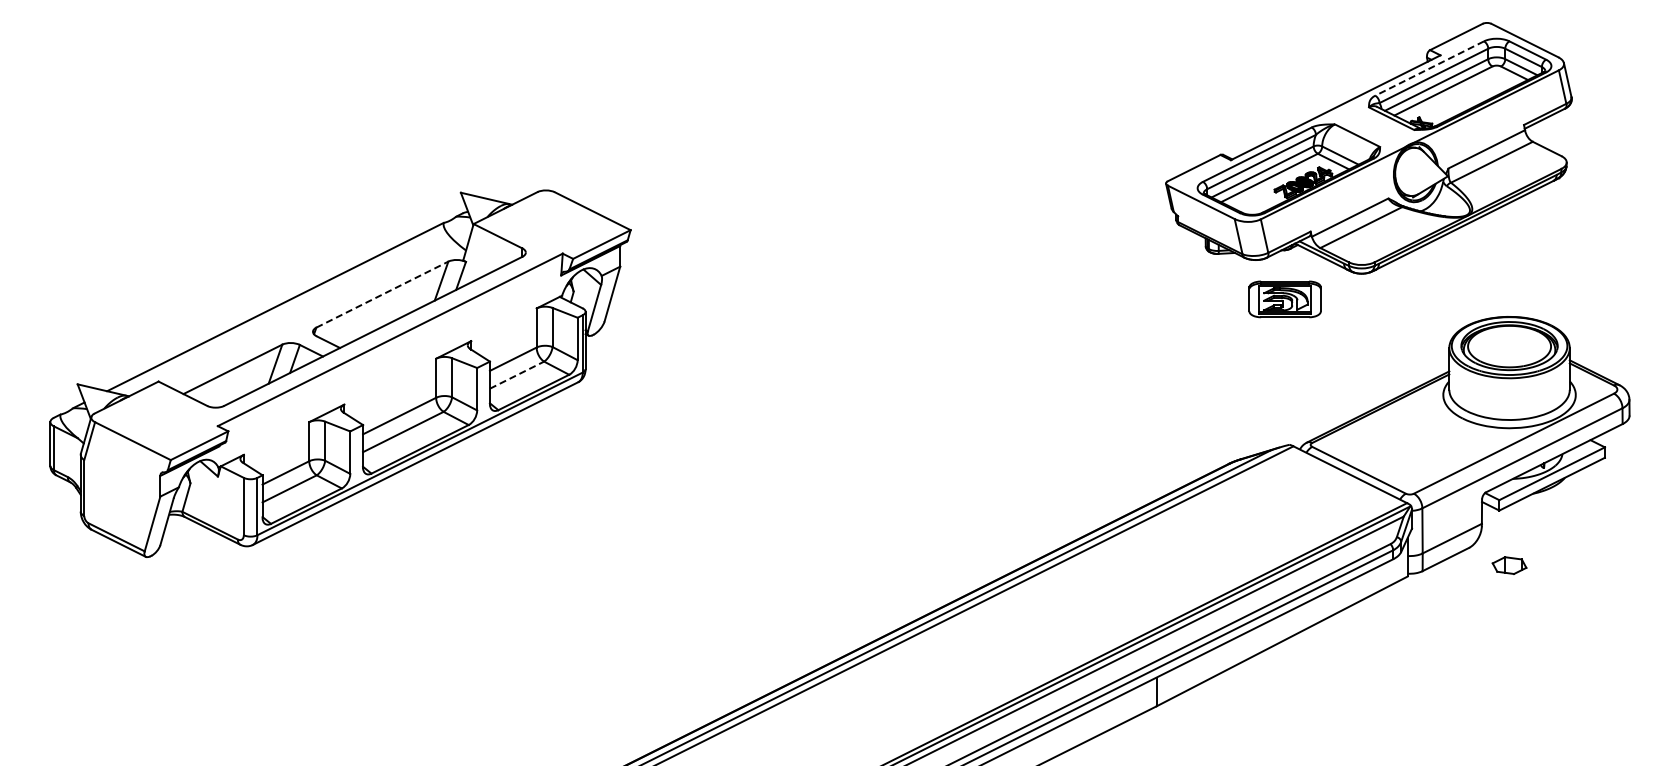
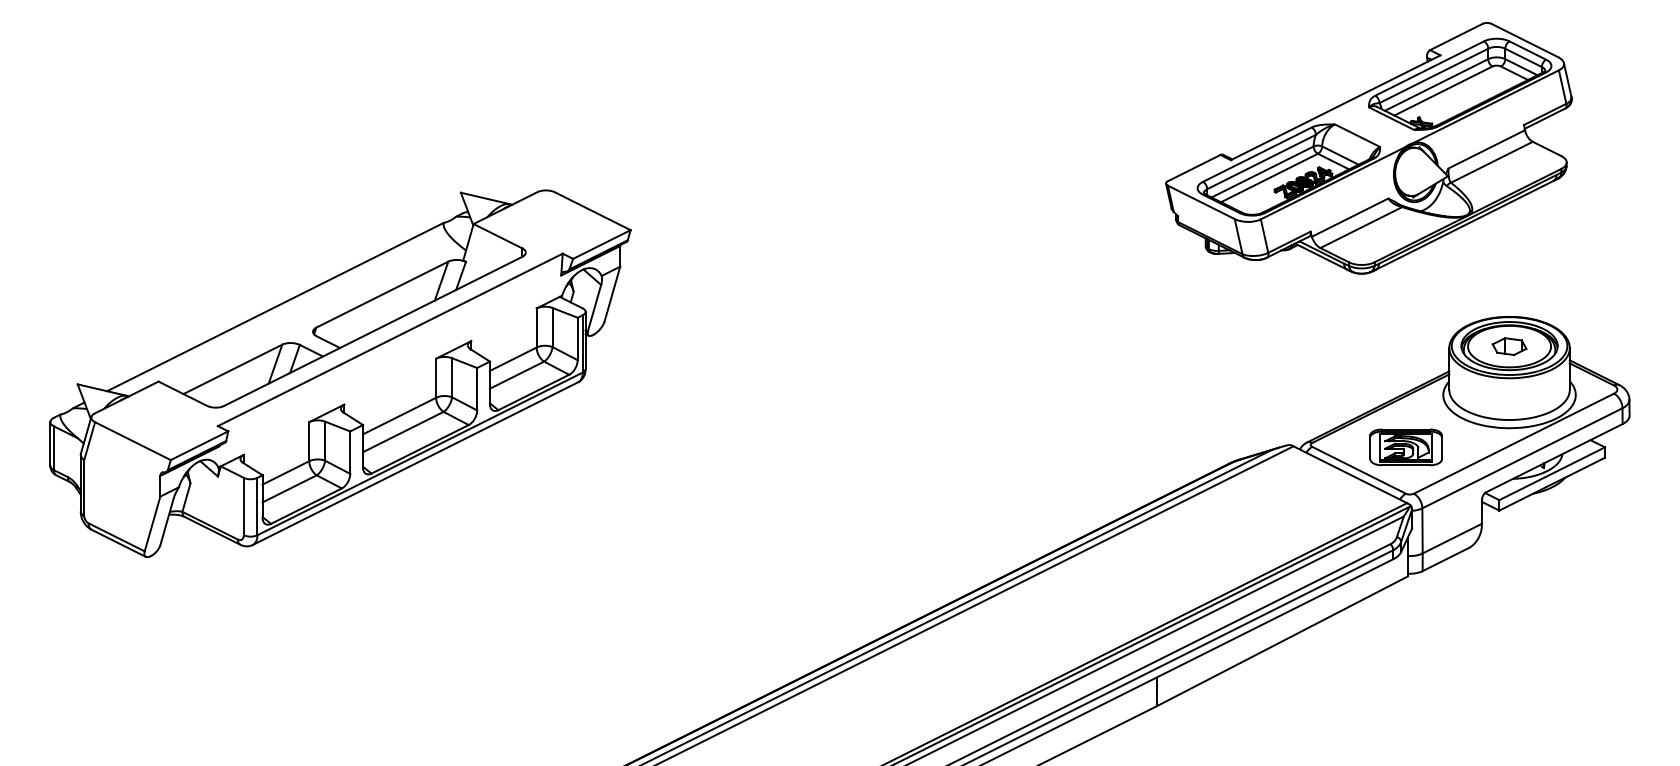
line at (1429, 68): dashed -> solid
line at (382, 294): dashed -> solid
part at (1284, 299) position: (1284, 299) -> (1405, 447)
line at (517, 374): dashed -> solid
part at (1509, 565) position: (1509, 565) -> (1509, 346)
